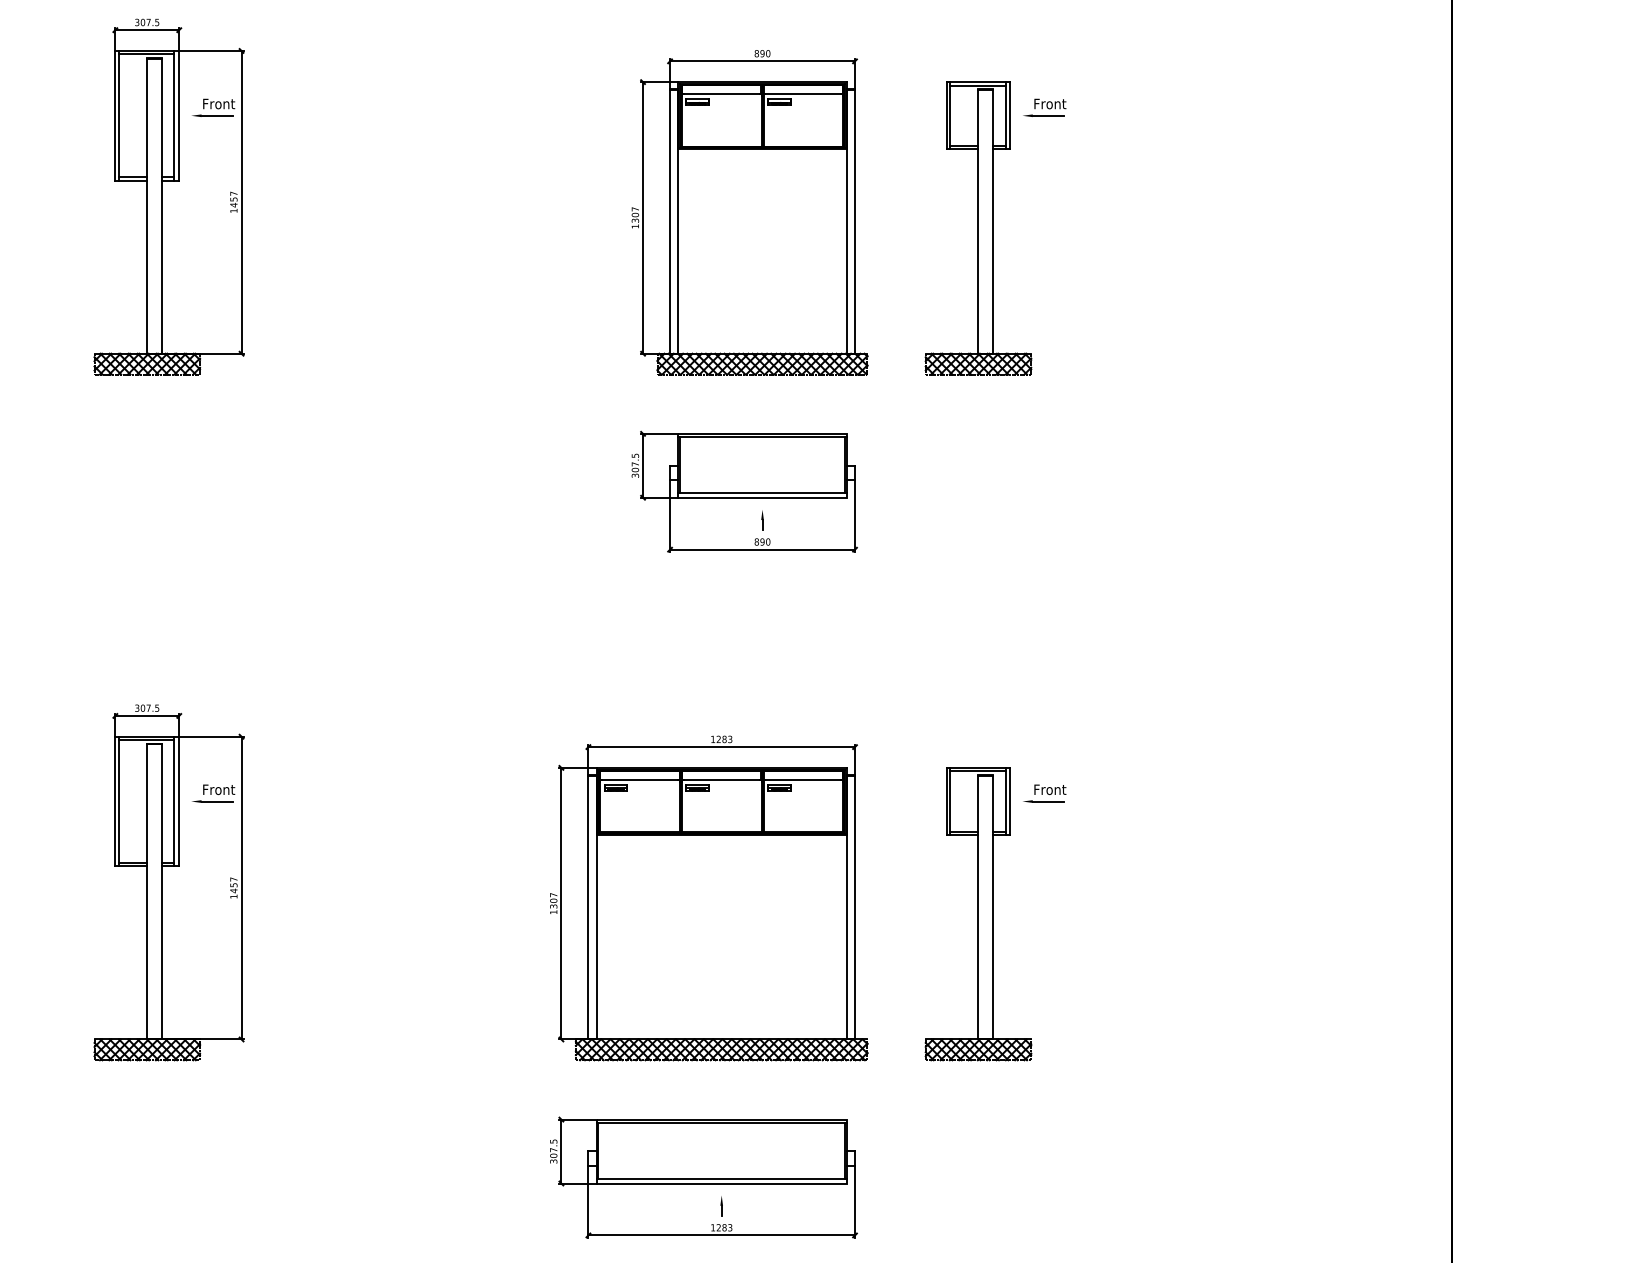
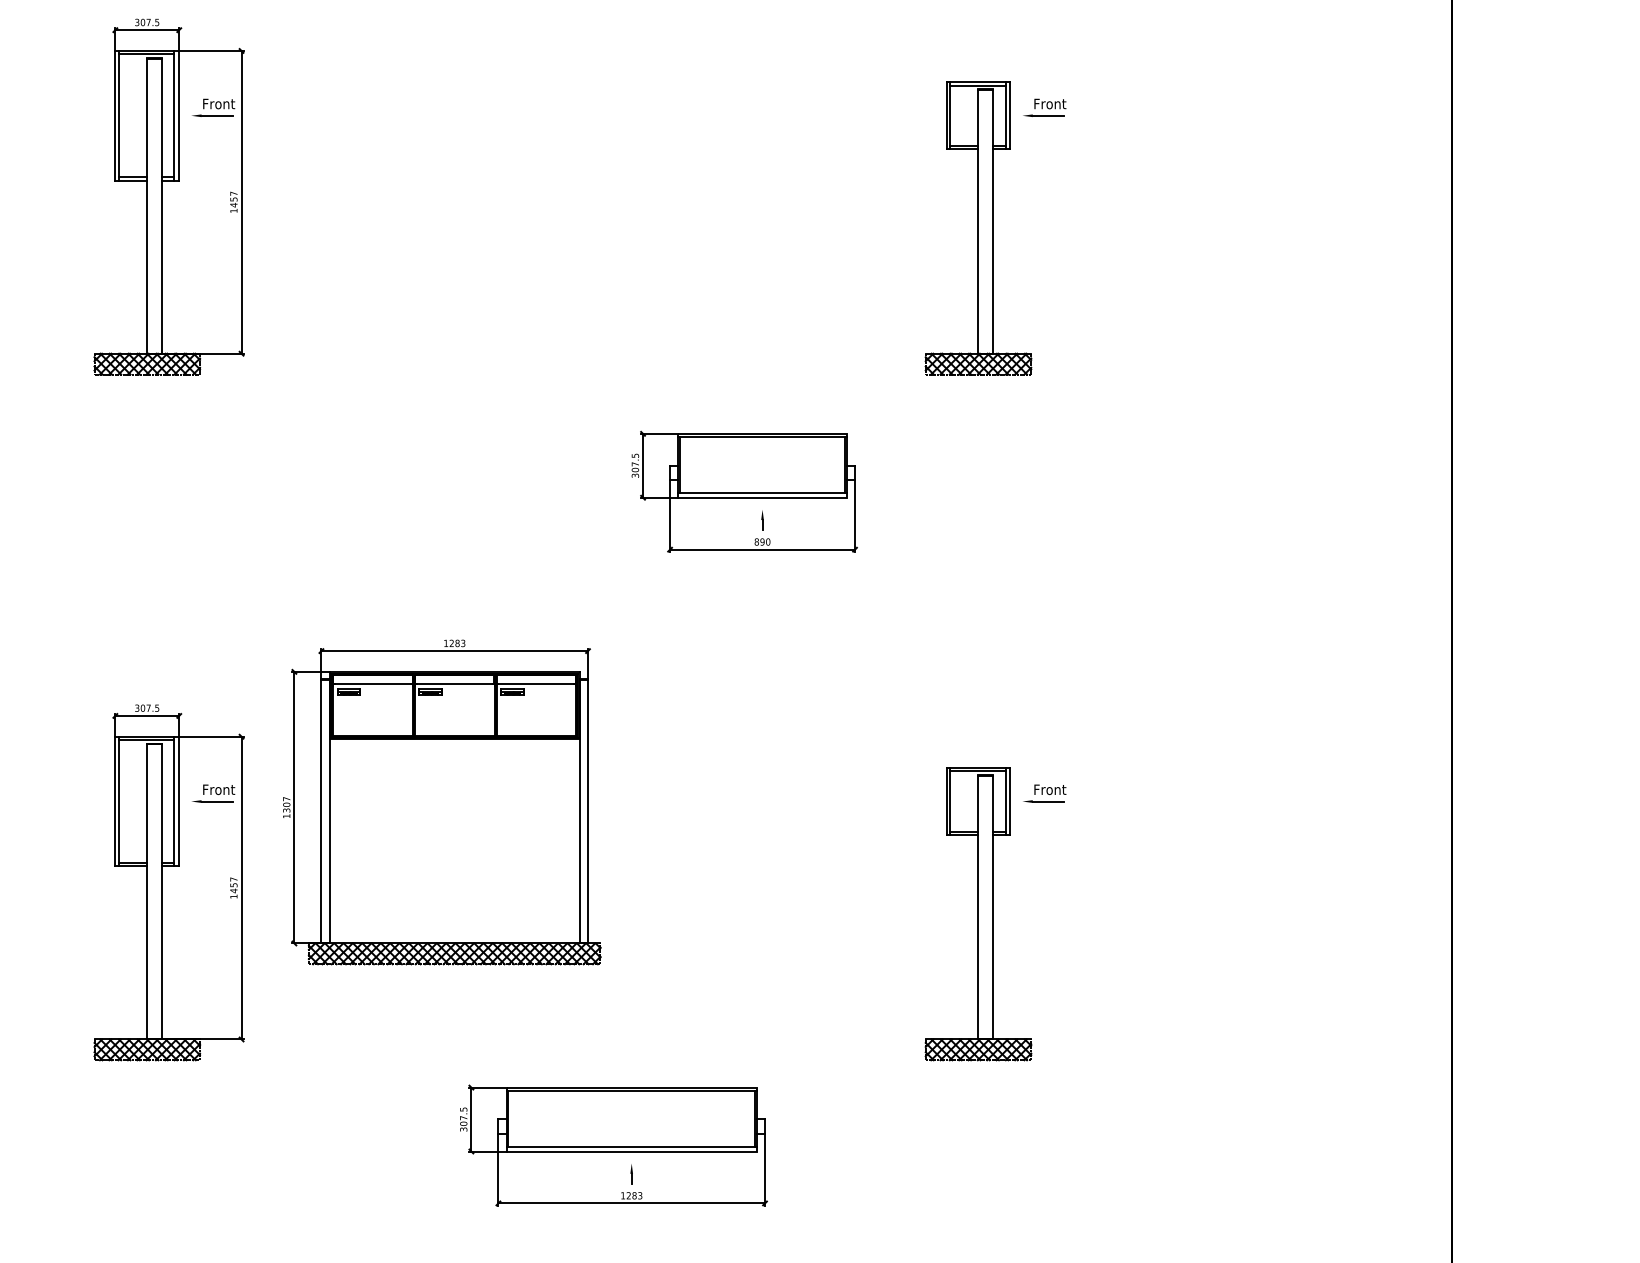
part at (749, 212): present -> none
part at (709, 898) position: (709, 898) -> (442, 802)
part at (703, 1177) position: (703, 1177) -> (613, 1145)
